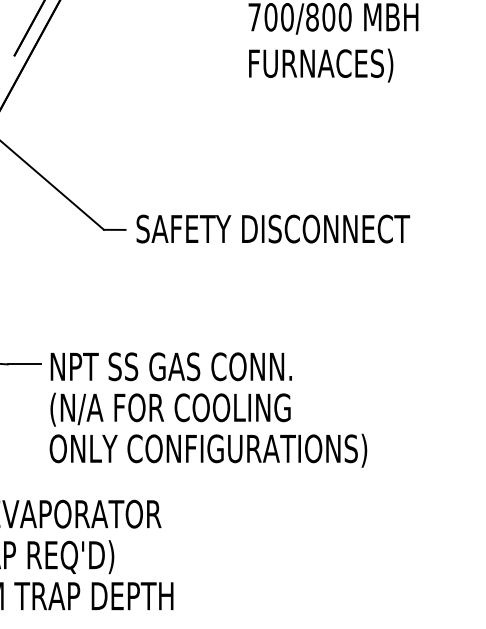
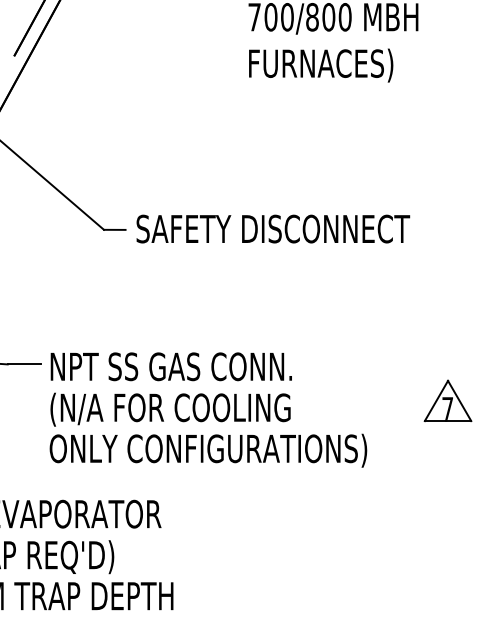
part at (447, 400): none -> present
